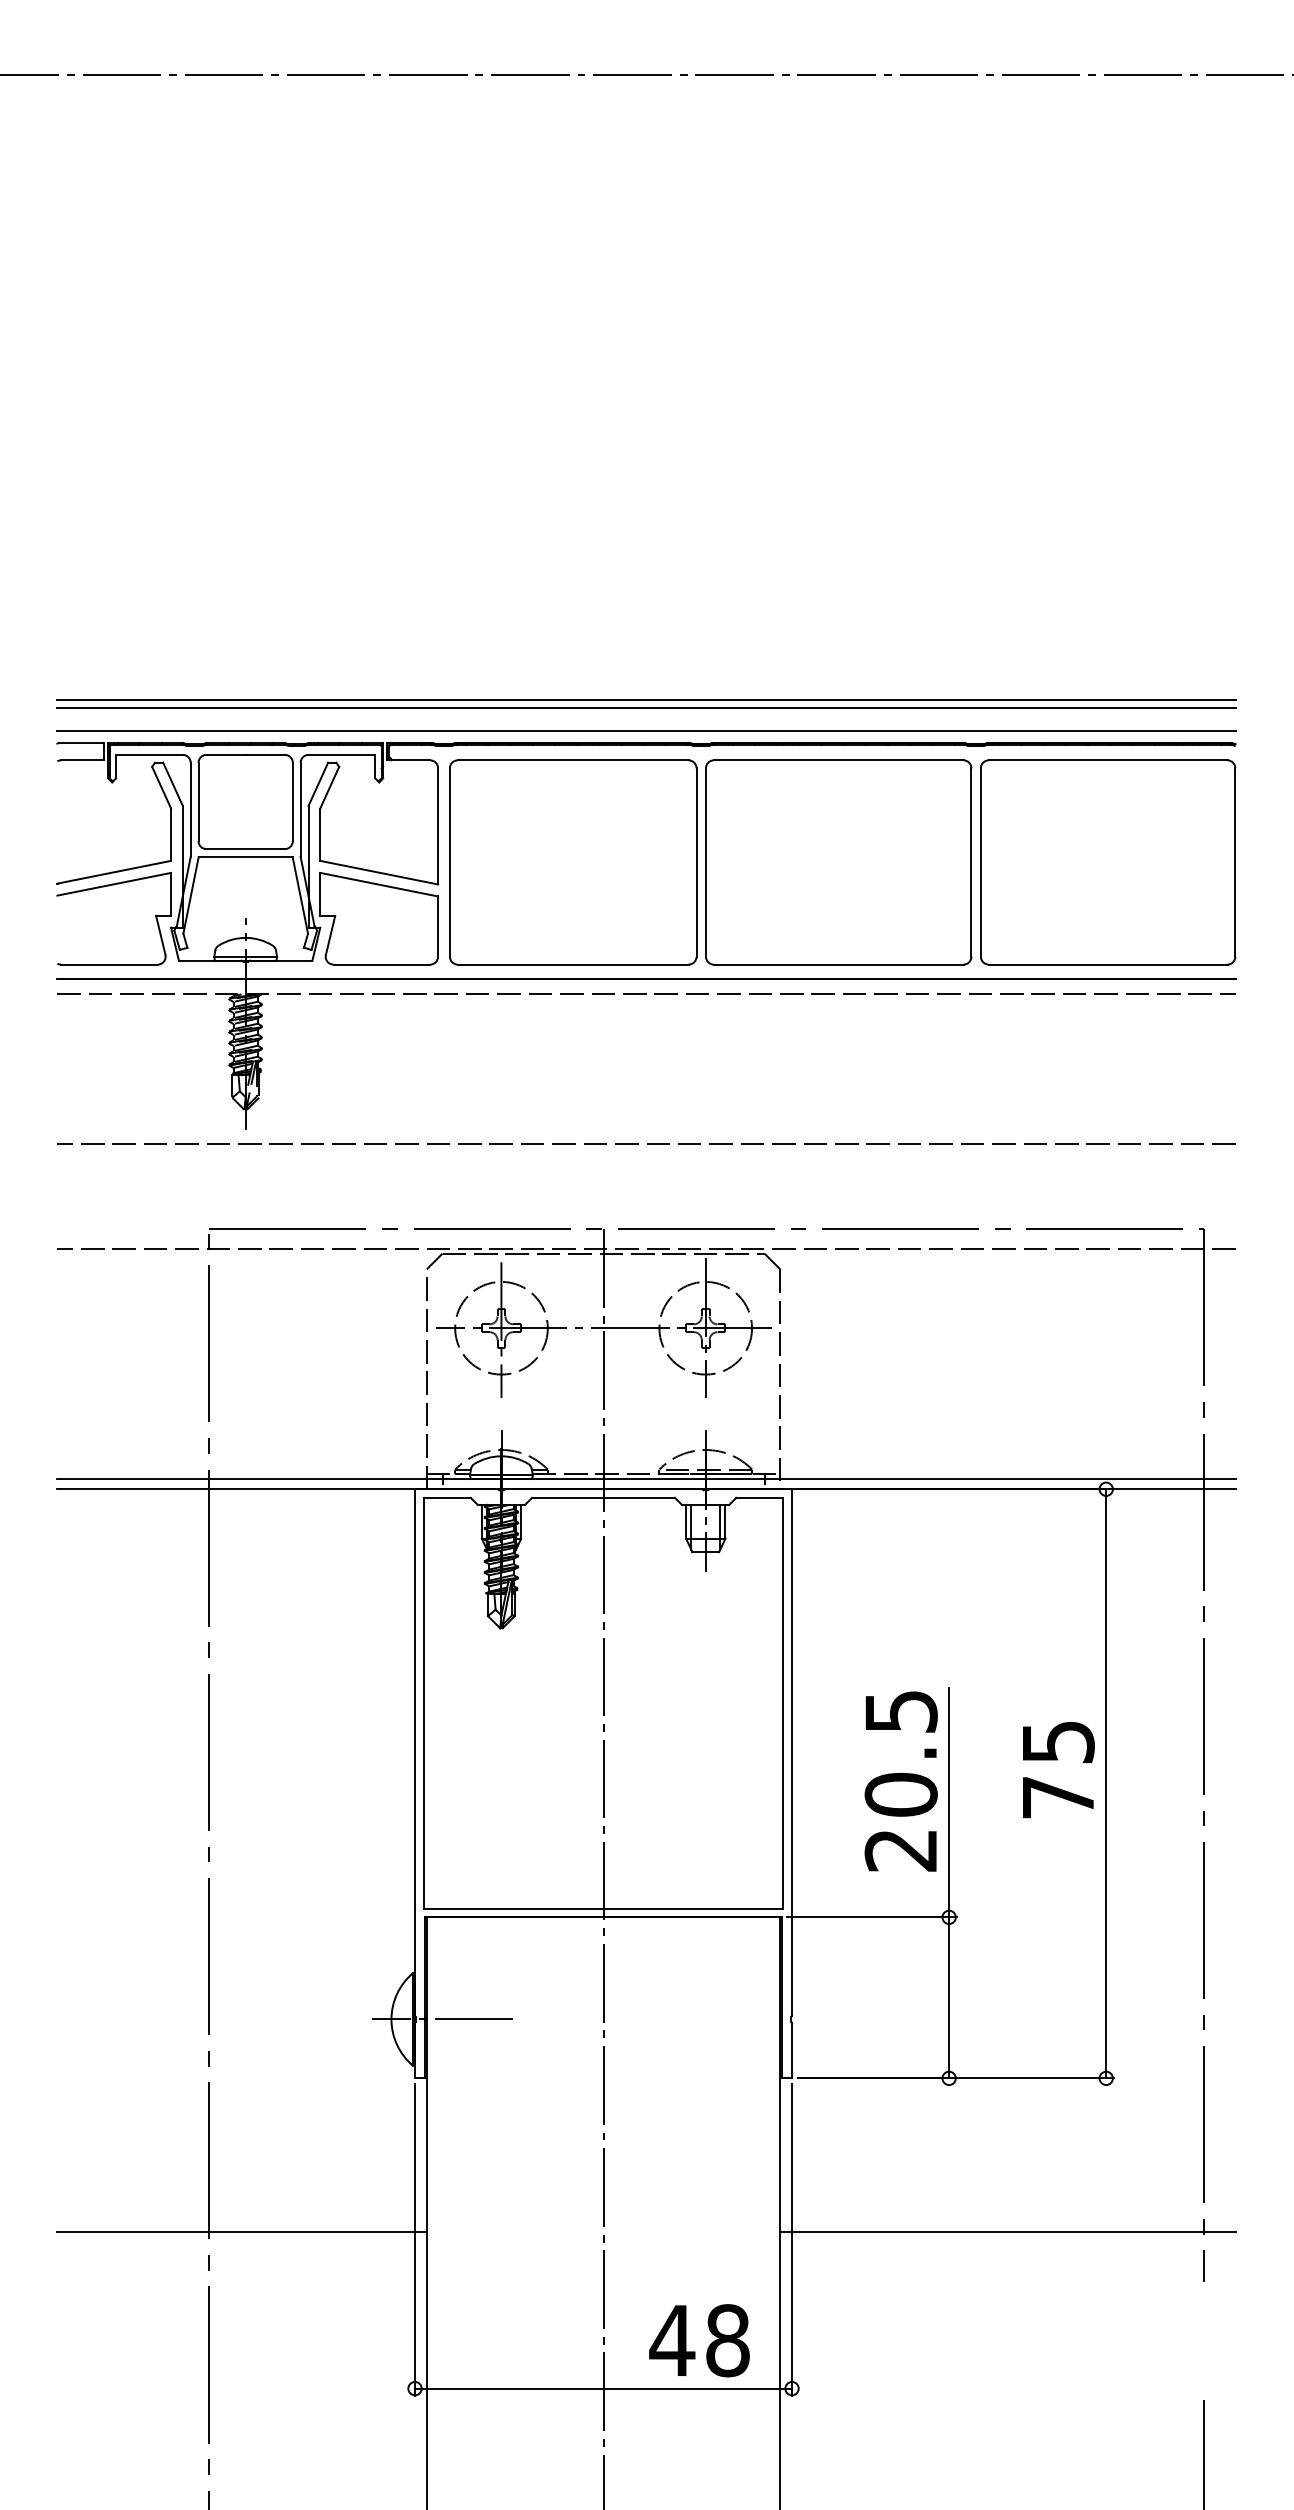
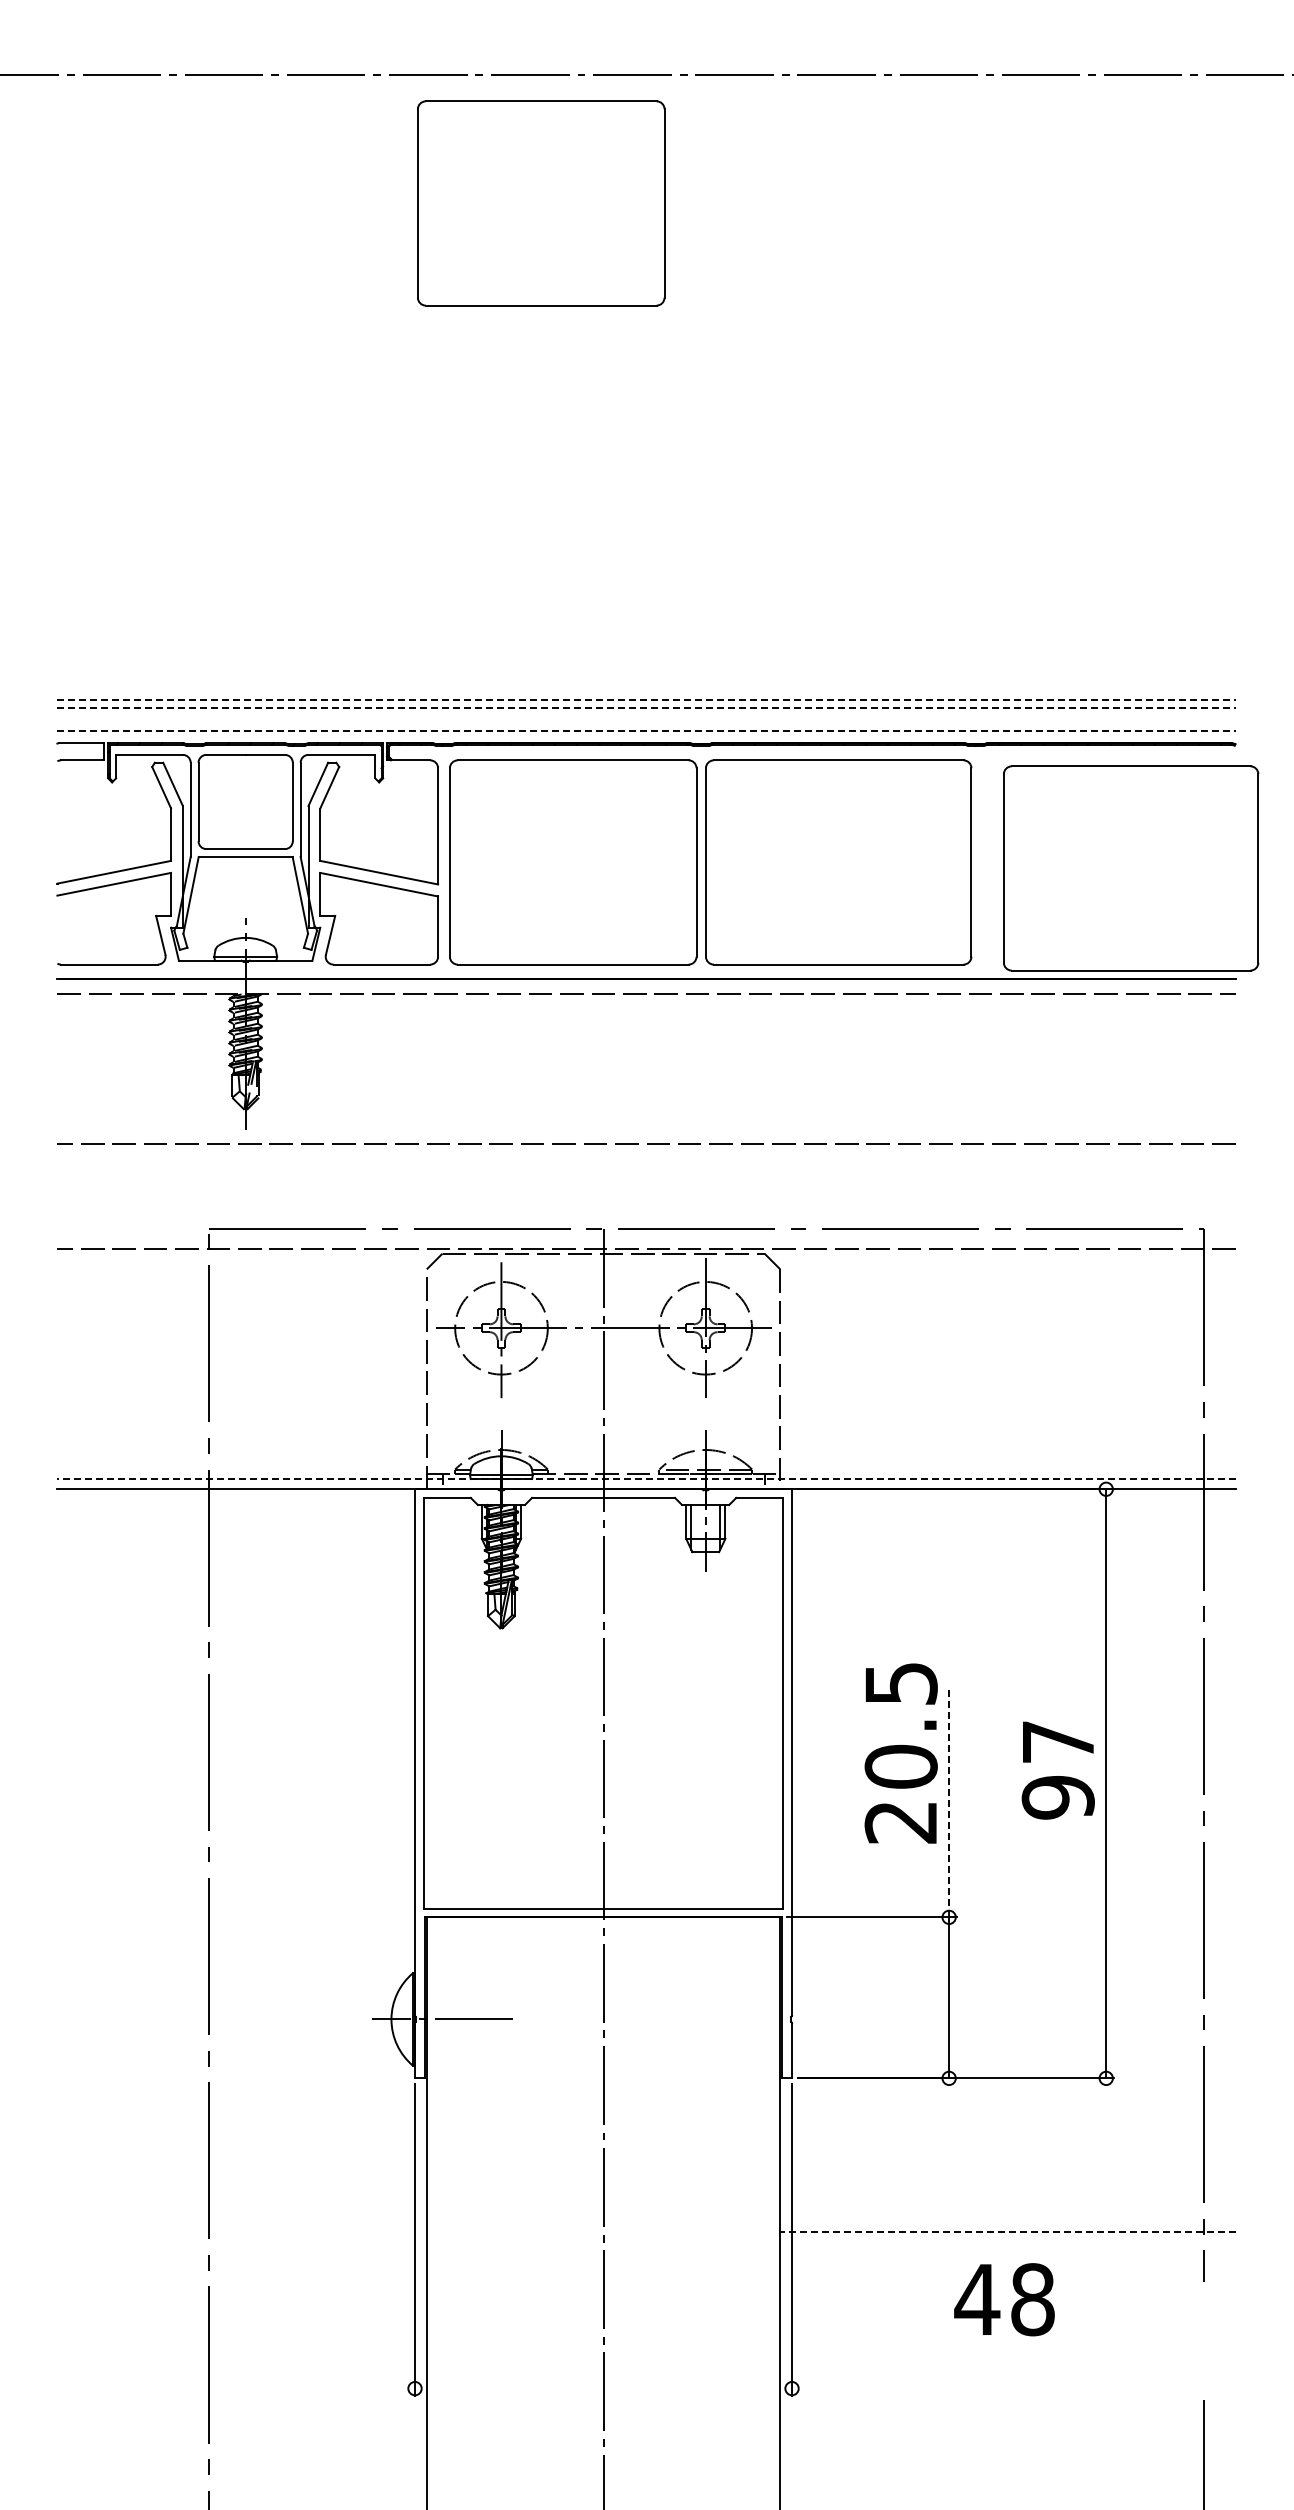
part at (541, 203): none -> present
line at (647, 699): solid -> dashed
line at (647, 707): solid -> dashed
line at (647, 731): solid -> dashed
part at (1108, 862) position: (1108, 862) -> (1131, 868)
line at (646, 1479): solid -> dashed
text at (1057, 1770): 75 -> 97
text at (900, 1781) position: (900, 1781) -> (900, 1753)
line at (949, 1802): solid -> dashed
line at (241, 2231): present -> none
line at (1007, 2231): solid -> dashed
text at (699, 2340) position: (699, 2340) -> (1004, 2299)
line at (603, 2388): present -> none
